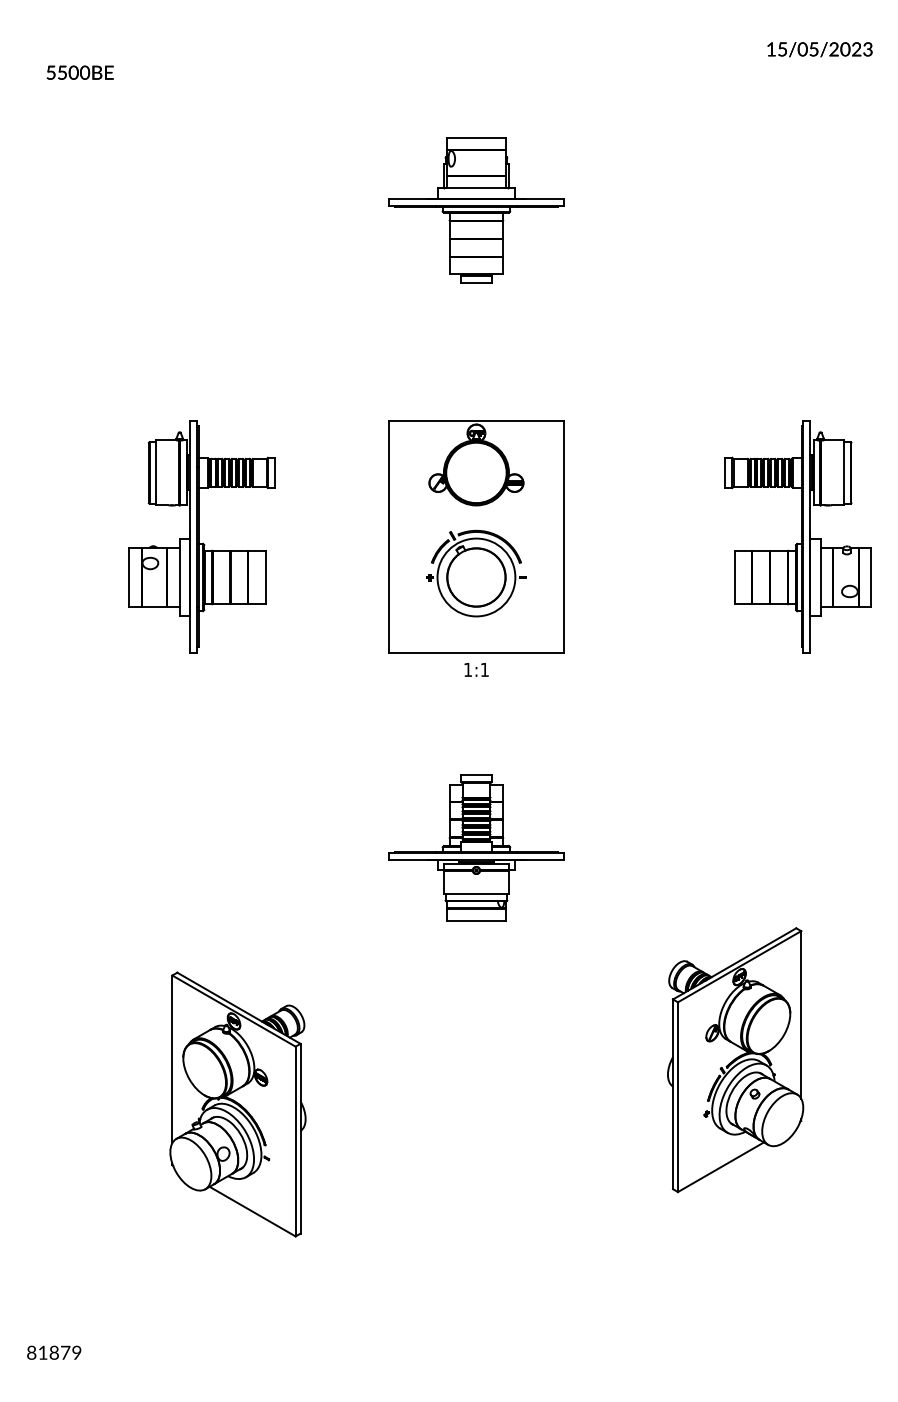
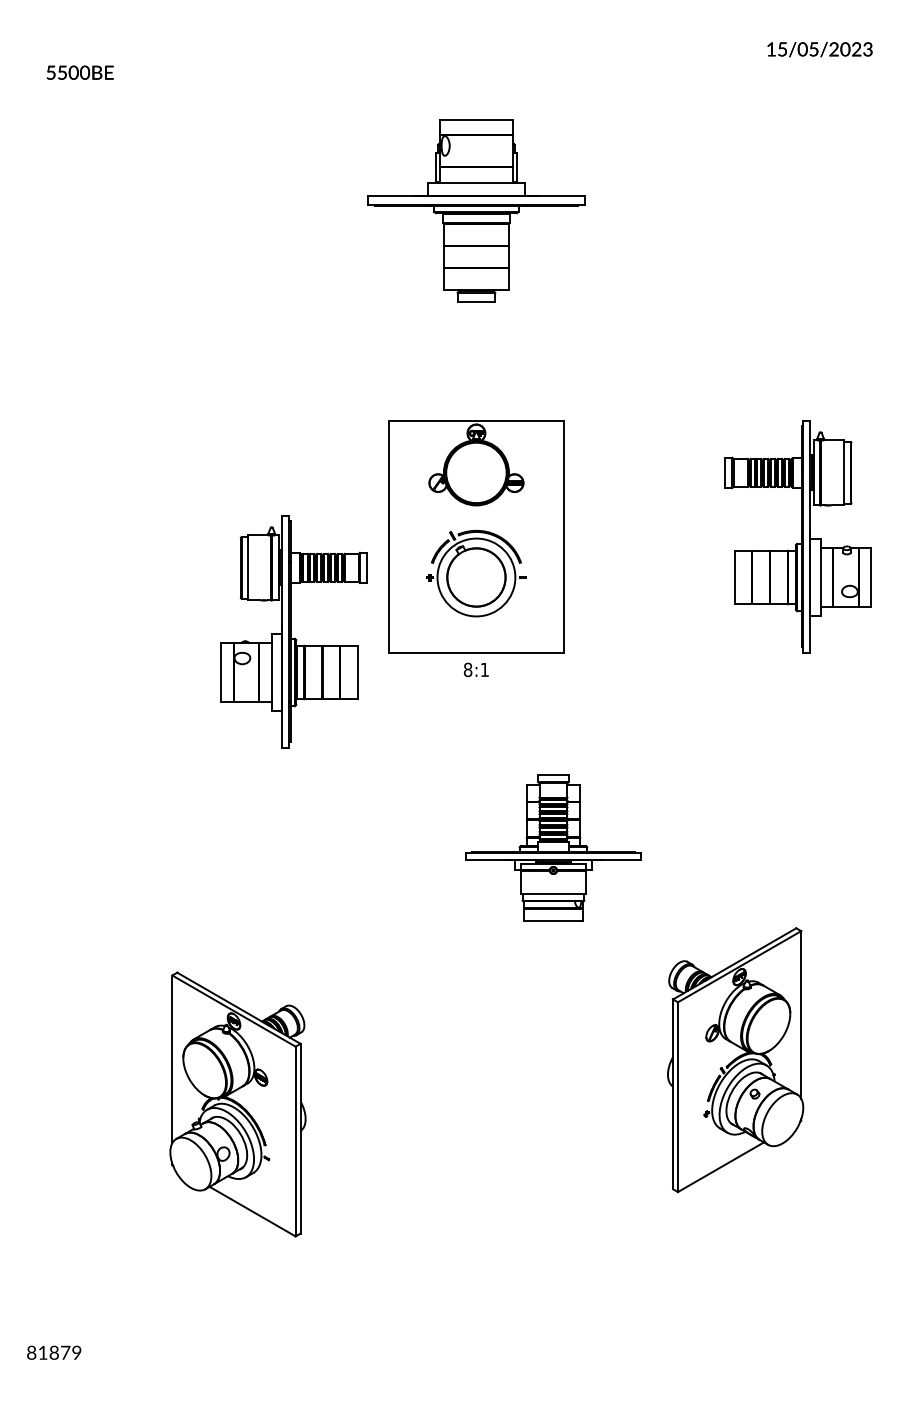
part at (476, 210) size: 177x147 px -> 219x184 px
part at (201, 536) position: (201, 536) -> (293, 631)
text at (467, 669): 1:1 -> 8:1
part at (476, 847) position: (476, 847) -> (553, 847)
